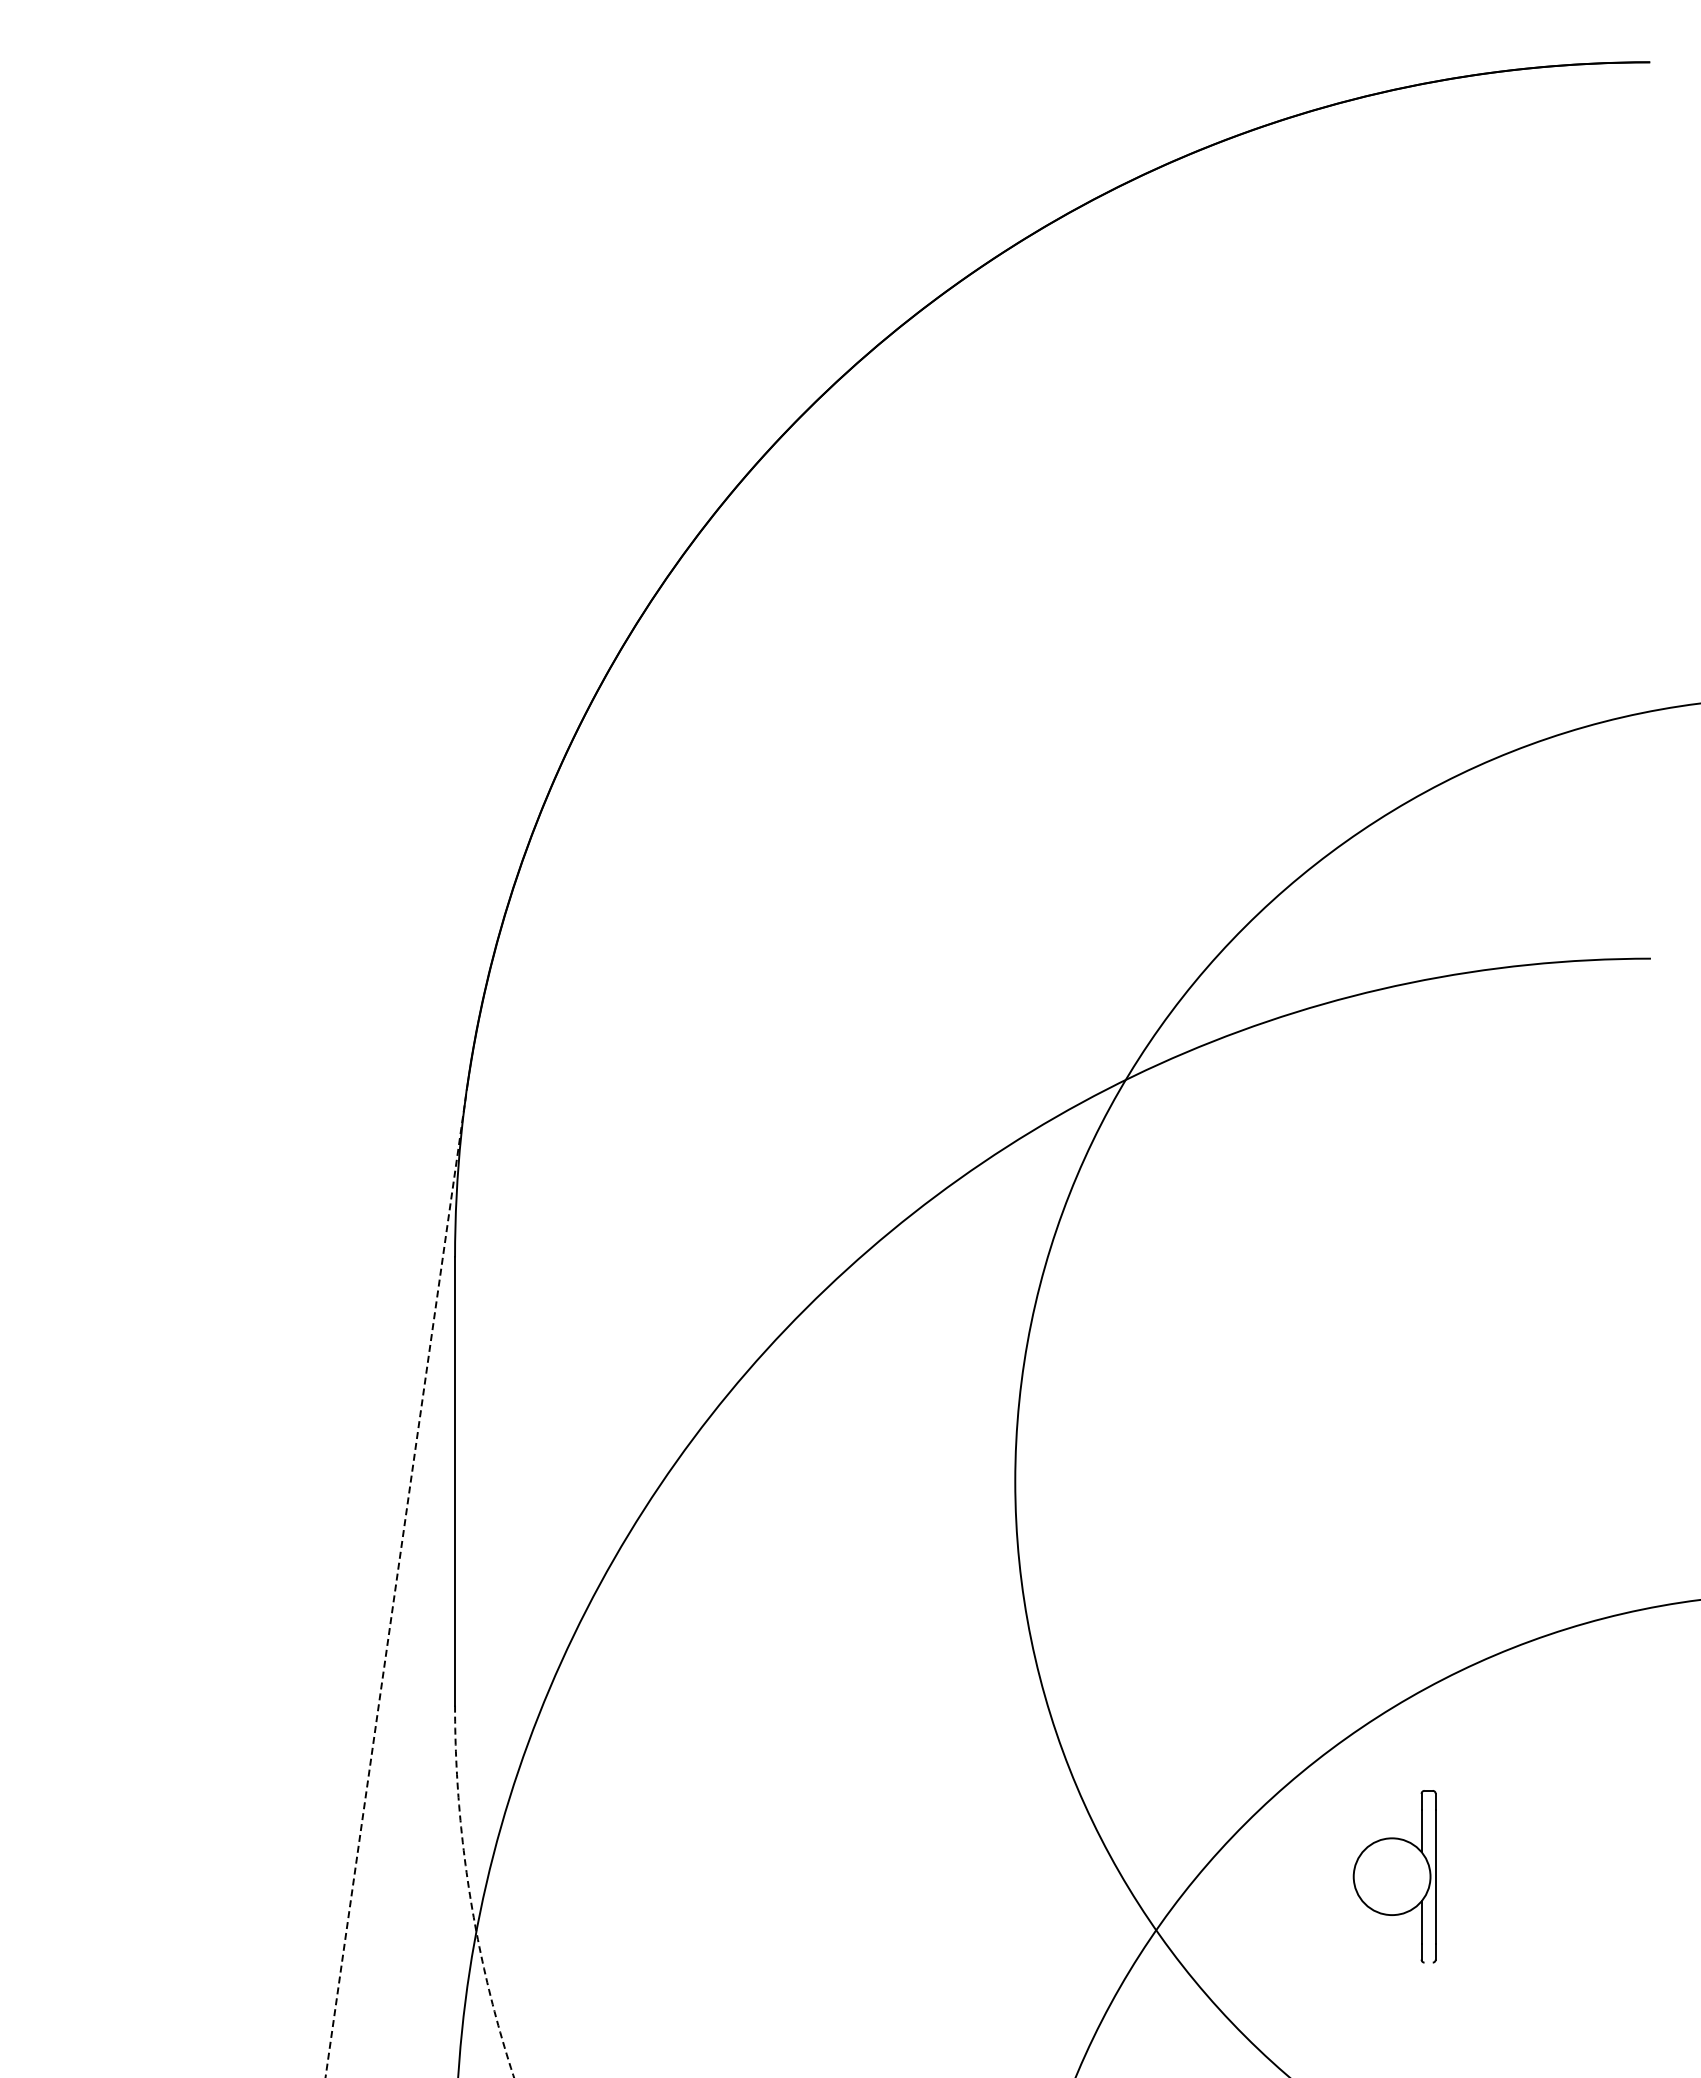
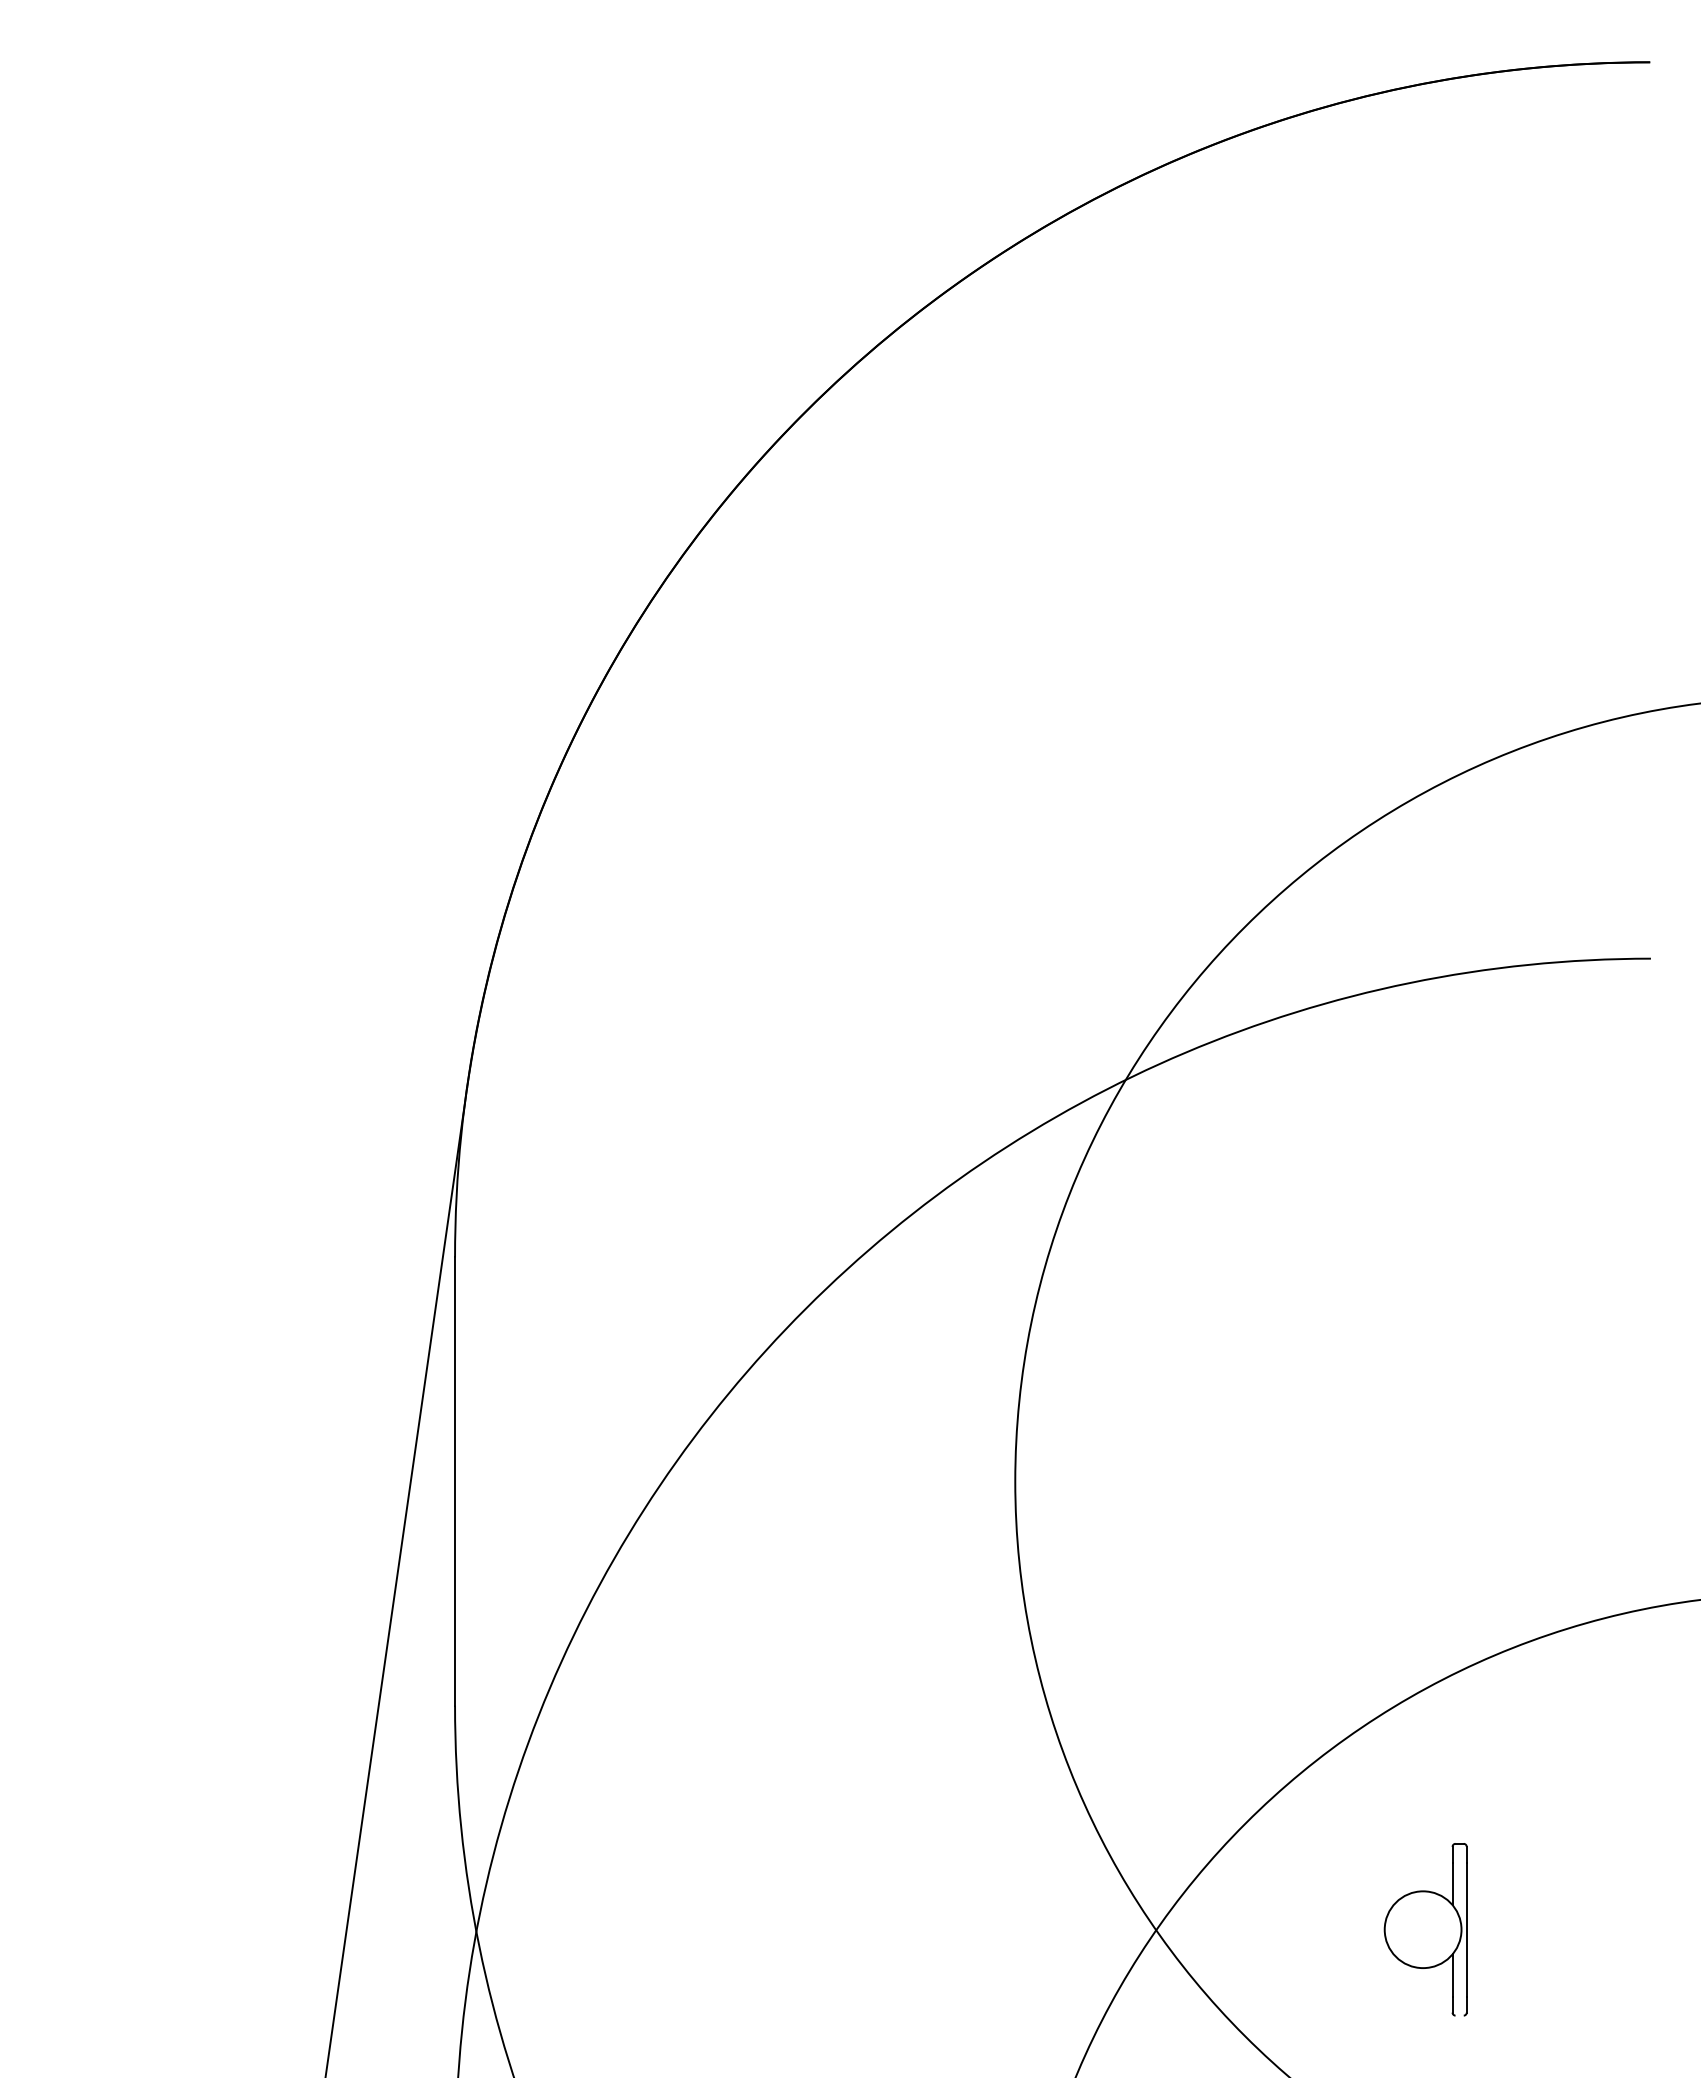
line at (396, 1583): dashed -> solid
part at (1394, 1876) position: (1394, 1876) -> (1425, 1929)
arc at (469, 1893): dashed -> solid
